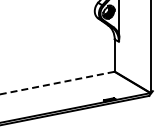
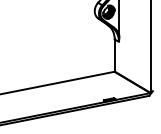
line at (57, 83): dashed -> solid
